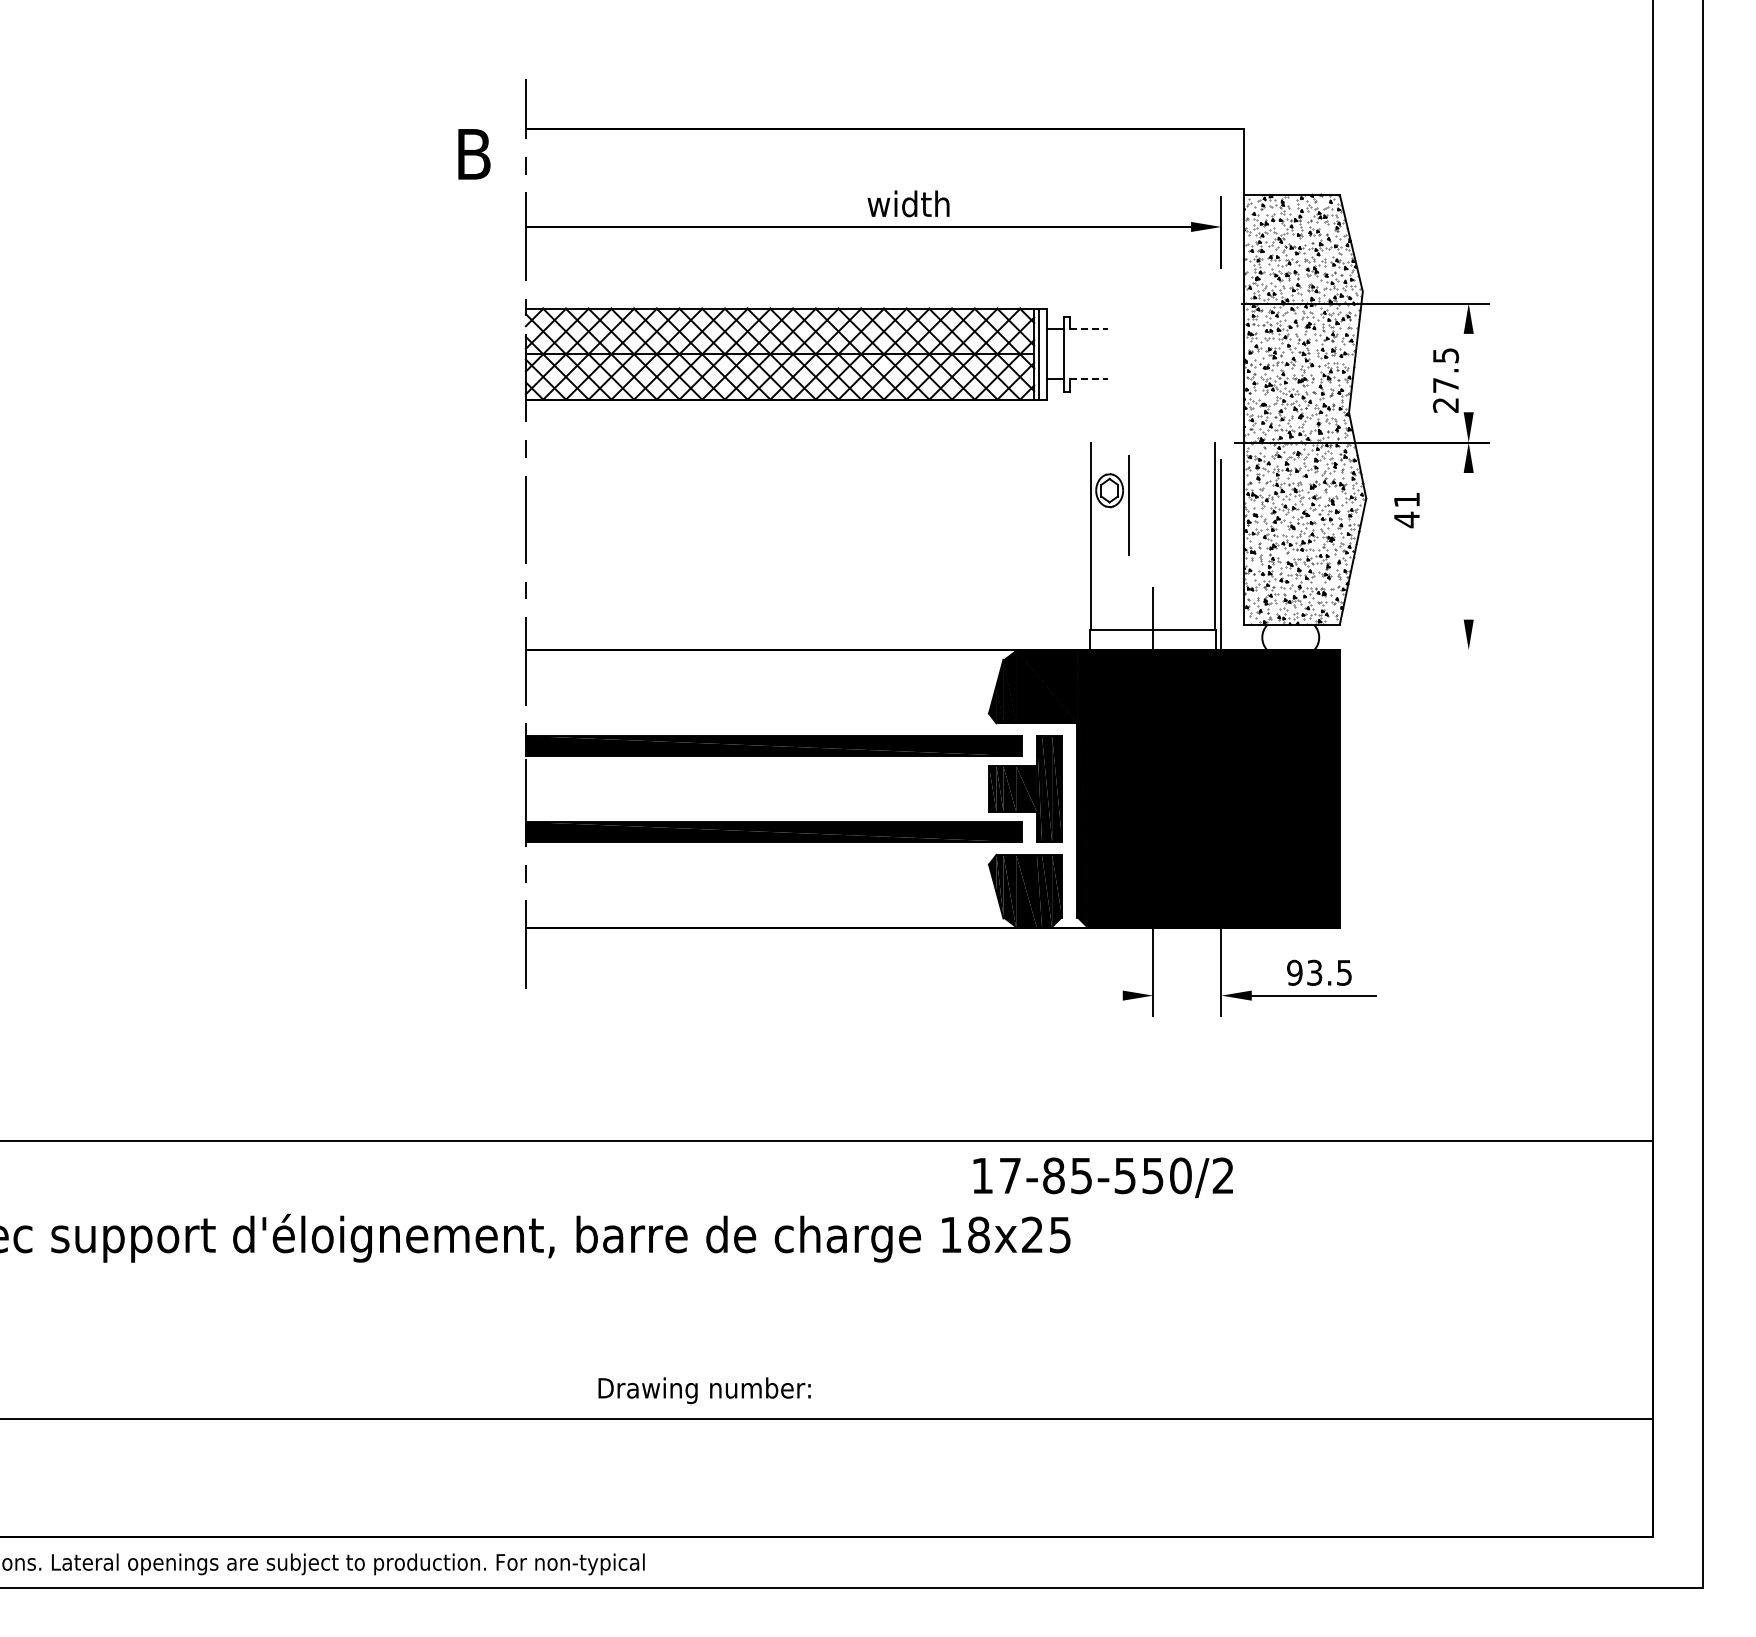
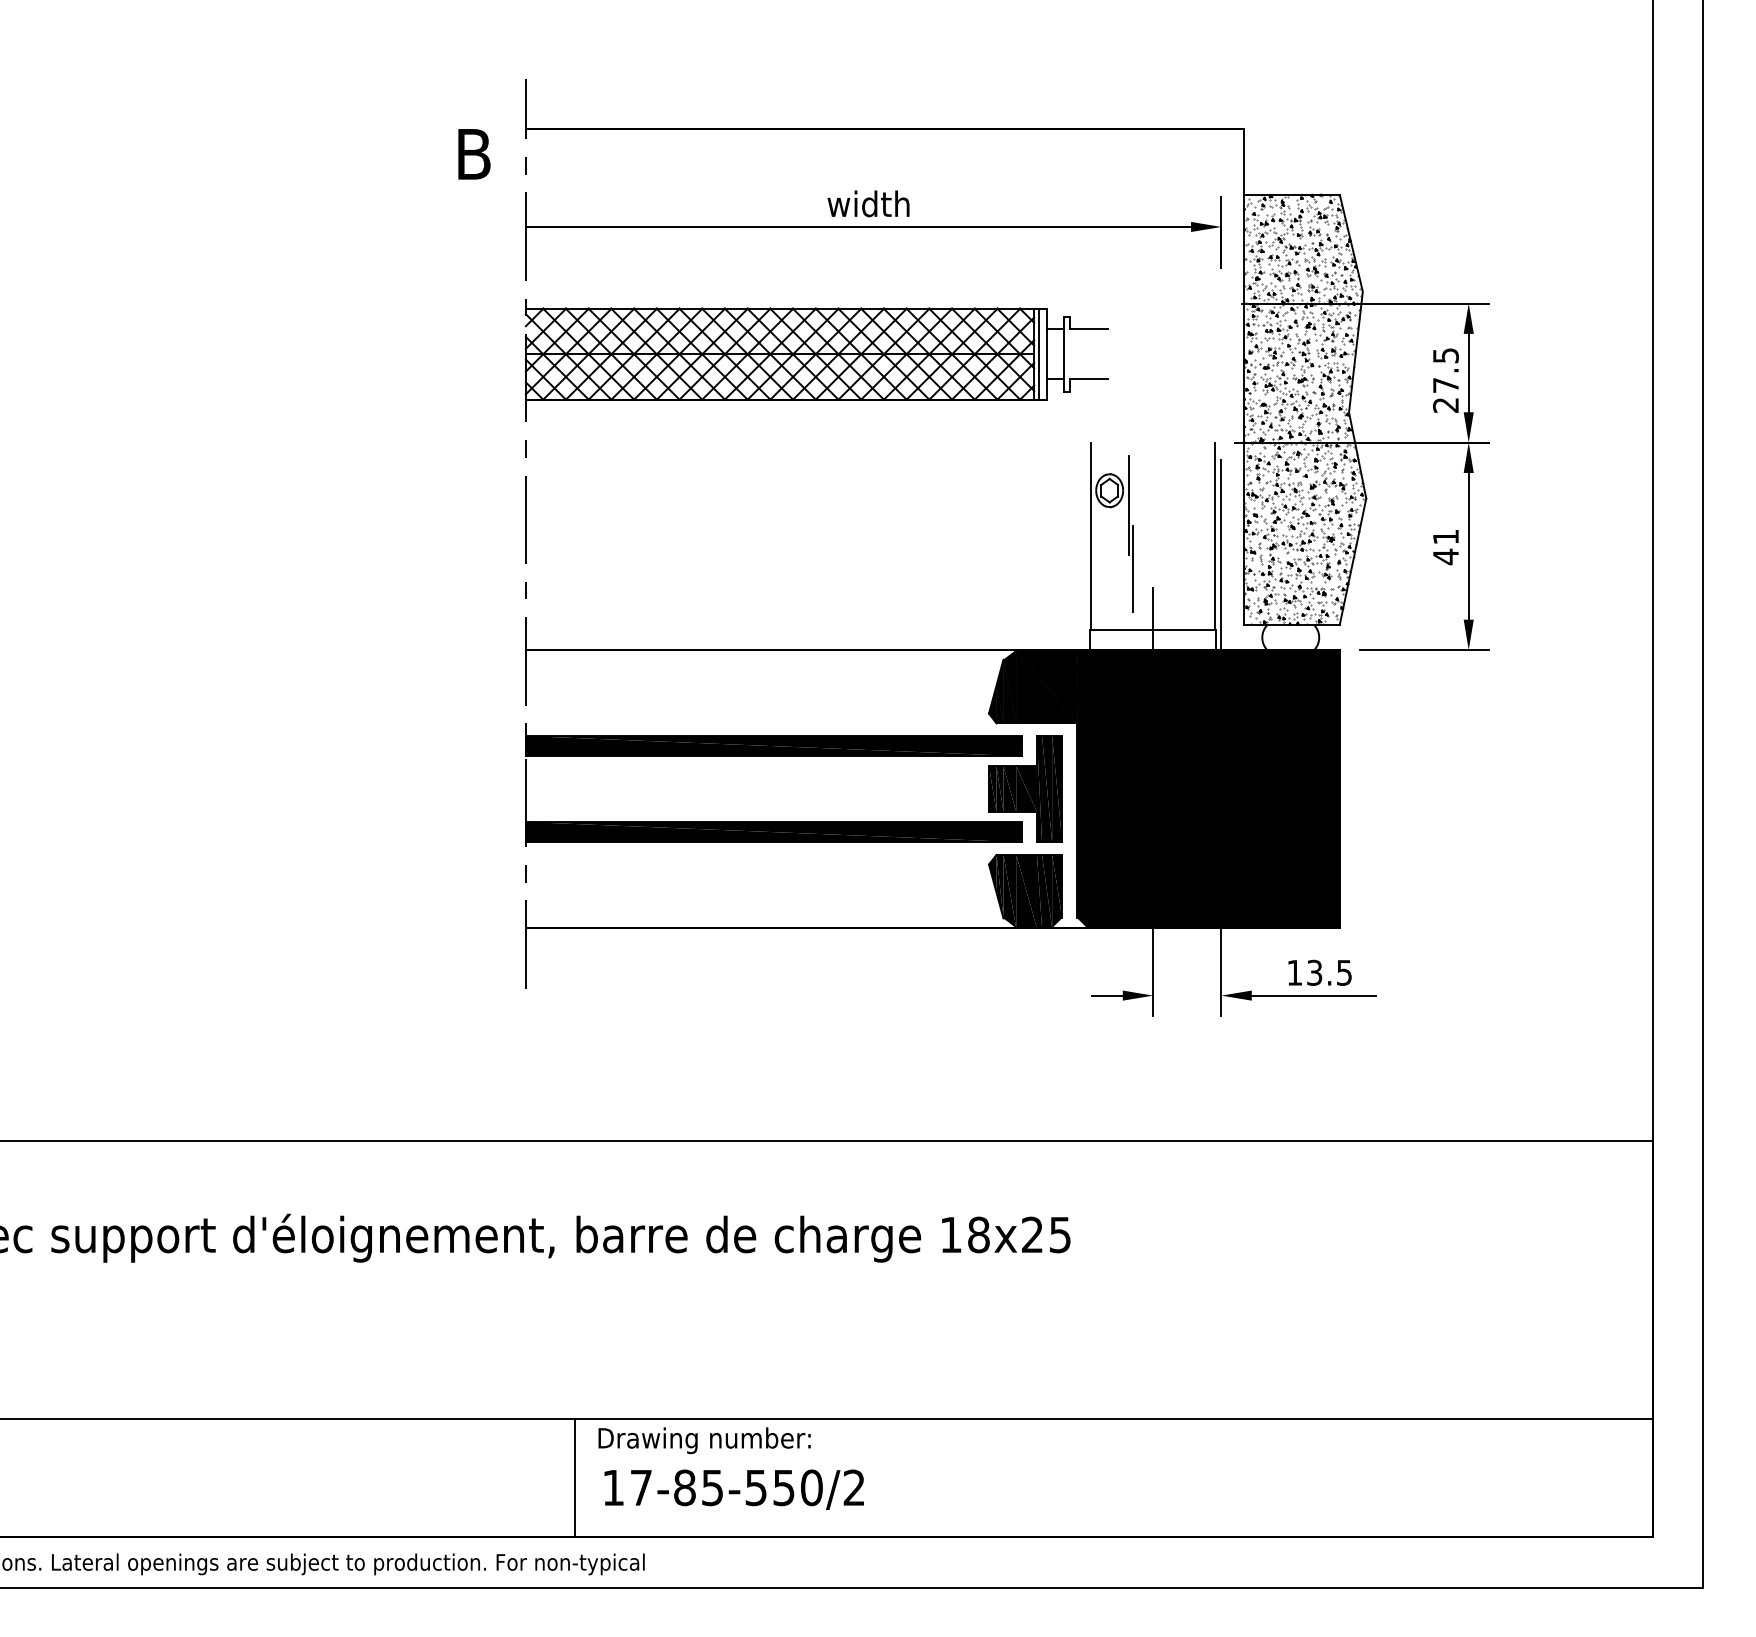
text at (908, 203) position: (908, 203) -> (868, 203)
line at (1089, 328): dashed -> solid
line at (1468, 372): none -> present
line at (1089, 379): dashed -> solid
text at (1406, 510) position: (1406, 510) -> (1445, 547)
line at (1468, 545): none -> present
line at (1133, 568): none -> present
line at (1424, 650): none -> present
text at (1294, 972): 93.5 -> 13.5
line at (1107, 995): none -> present
text at (1102, 1177) position: (1102, 1177) -> (733, 1489)
text at (704, 1390) position: (704, 1390) -> (704, 1440)
line at (574, 1477): none -> present
